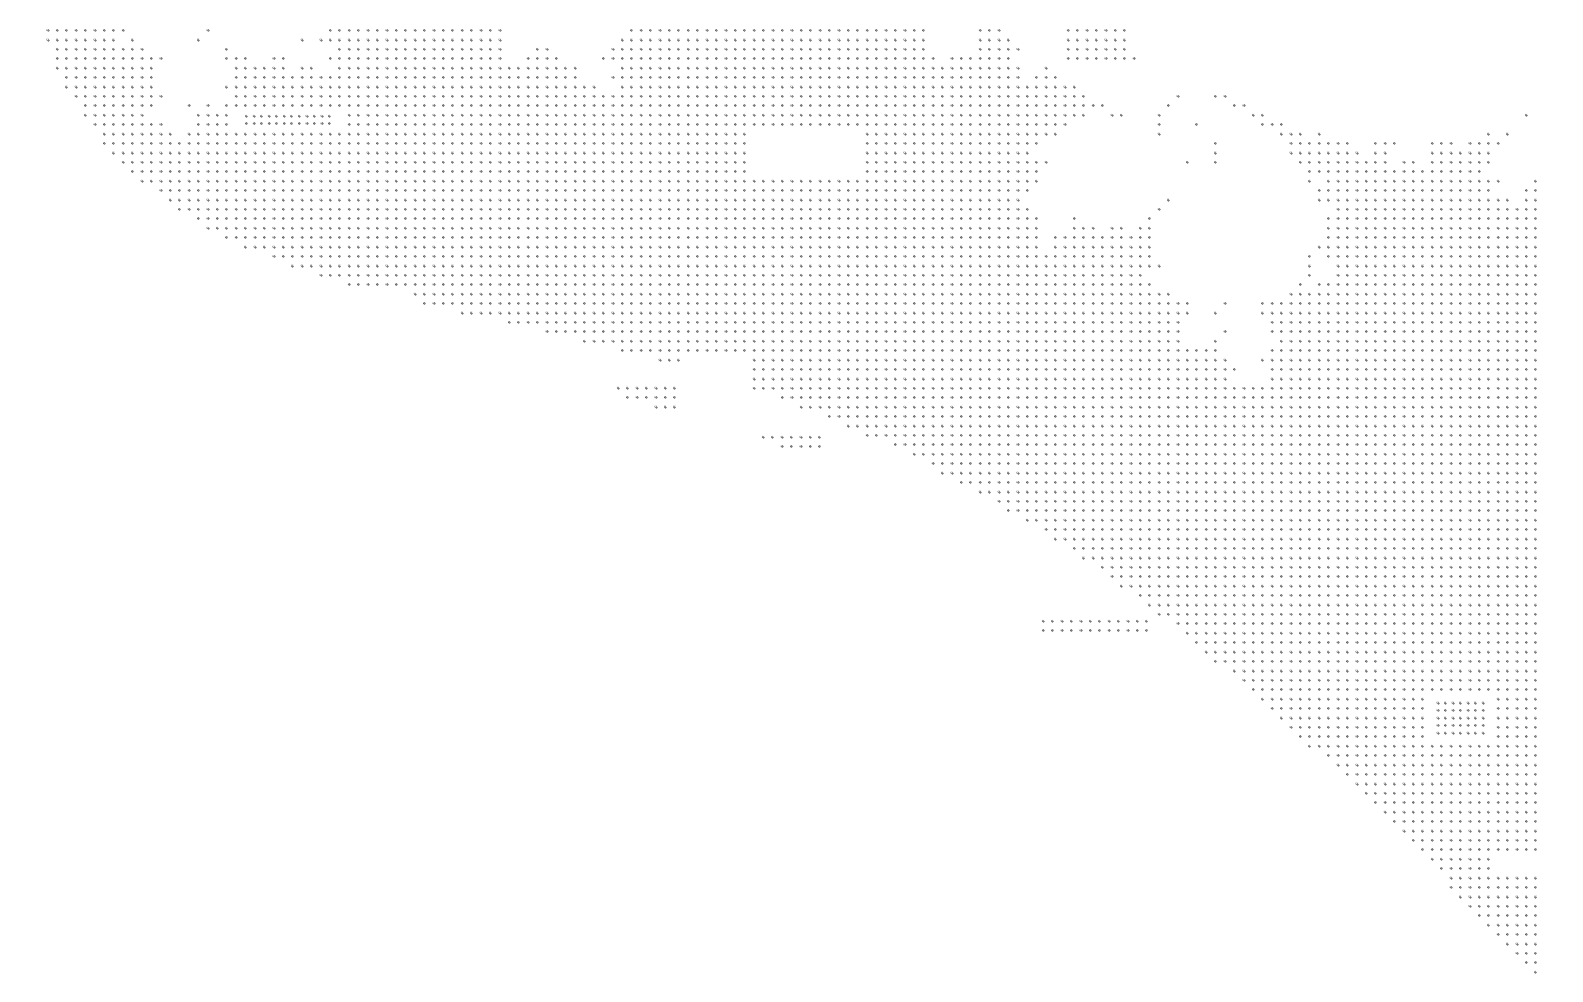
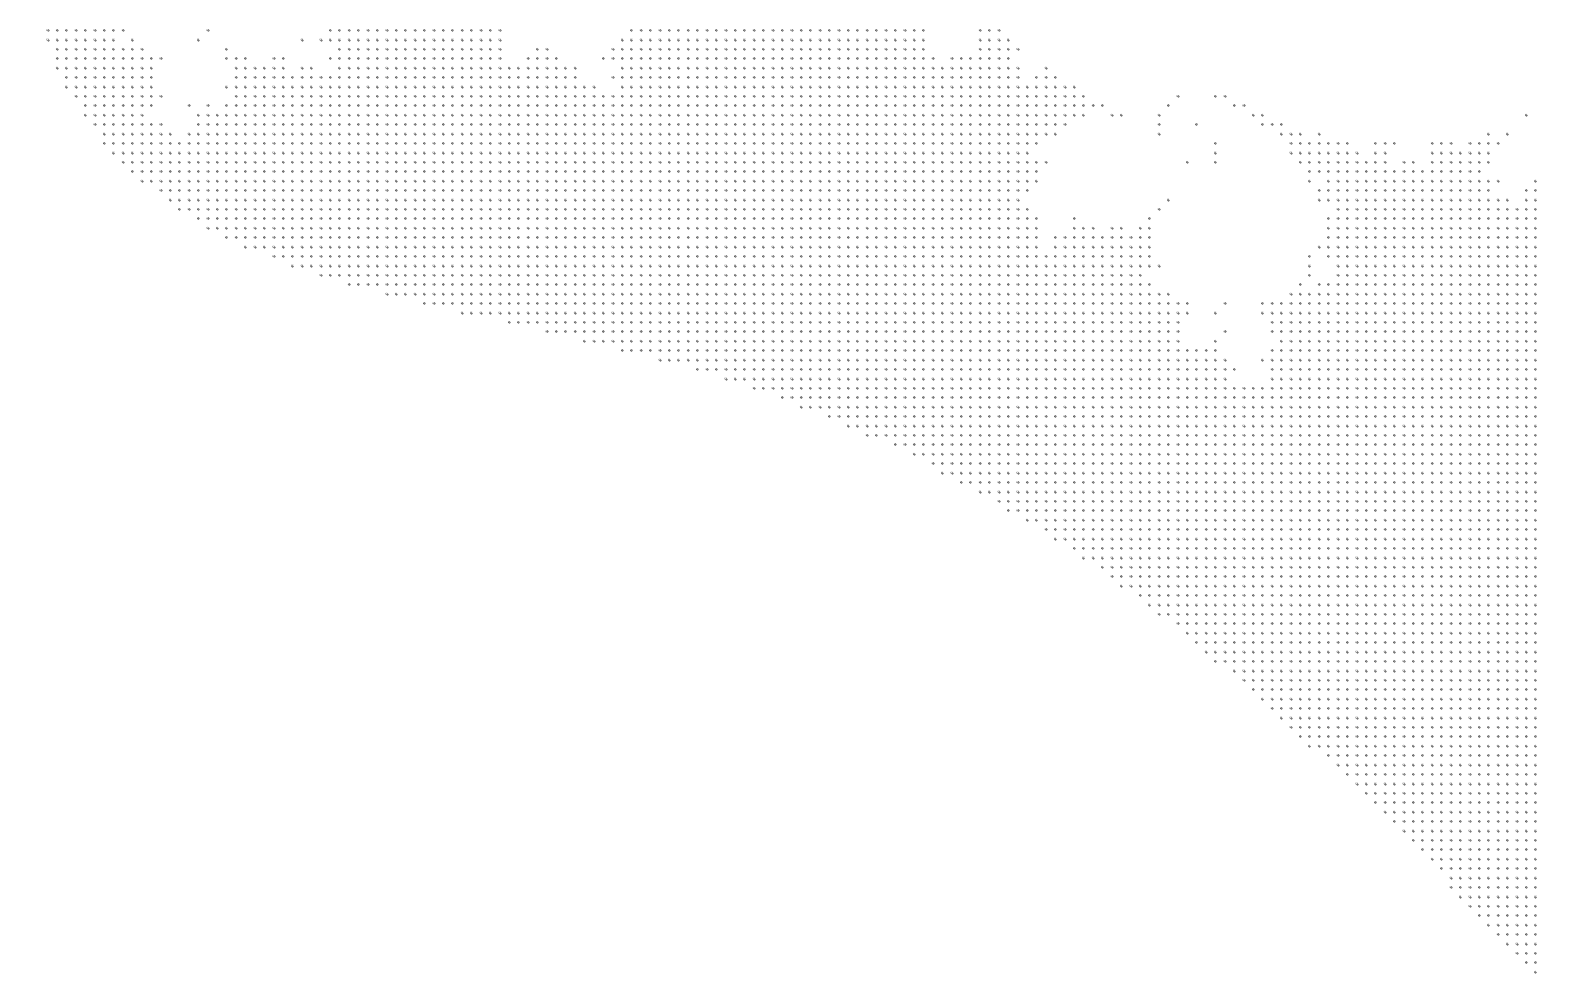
part at (1101, 44): present -> none
part at (287, 119) size: 86x10 px -> 106x12 px
part at (805, 152): none -> present
part at (395, 294): none -> present
part at (646, 397) position: (646, 397) -> (716, 369)
part at (791, 441): present -> none
part at (1094, 625): present -> none
part at (1460, 717) size: 49x34 px -> 59x40 px
part at (1516, 863): none -> present
